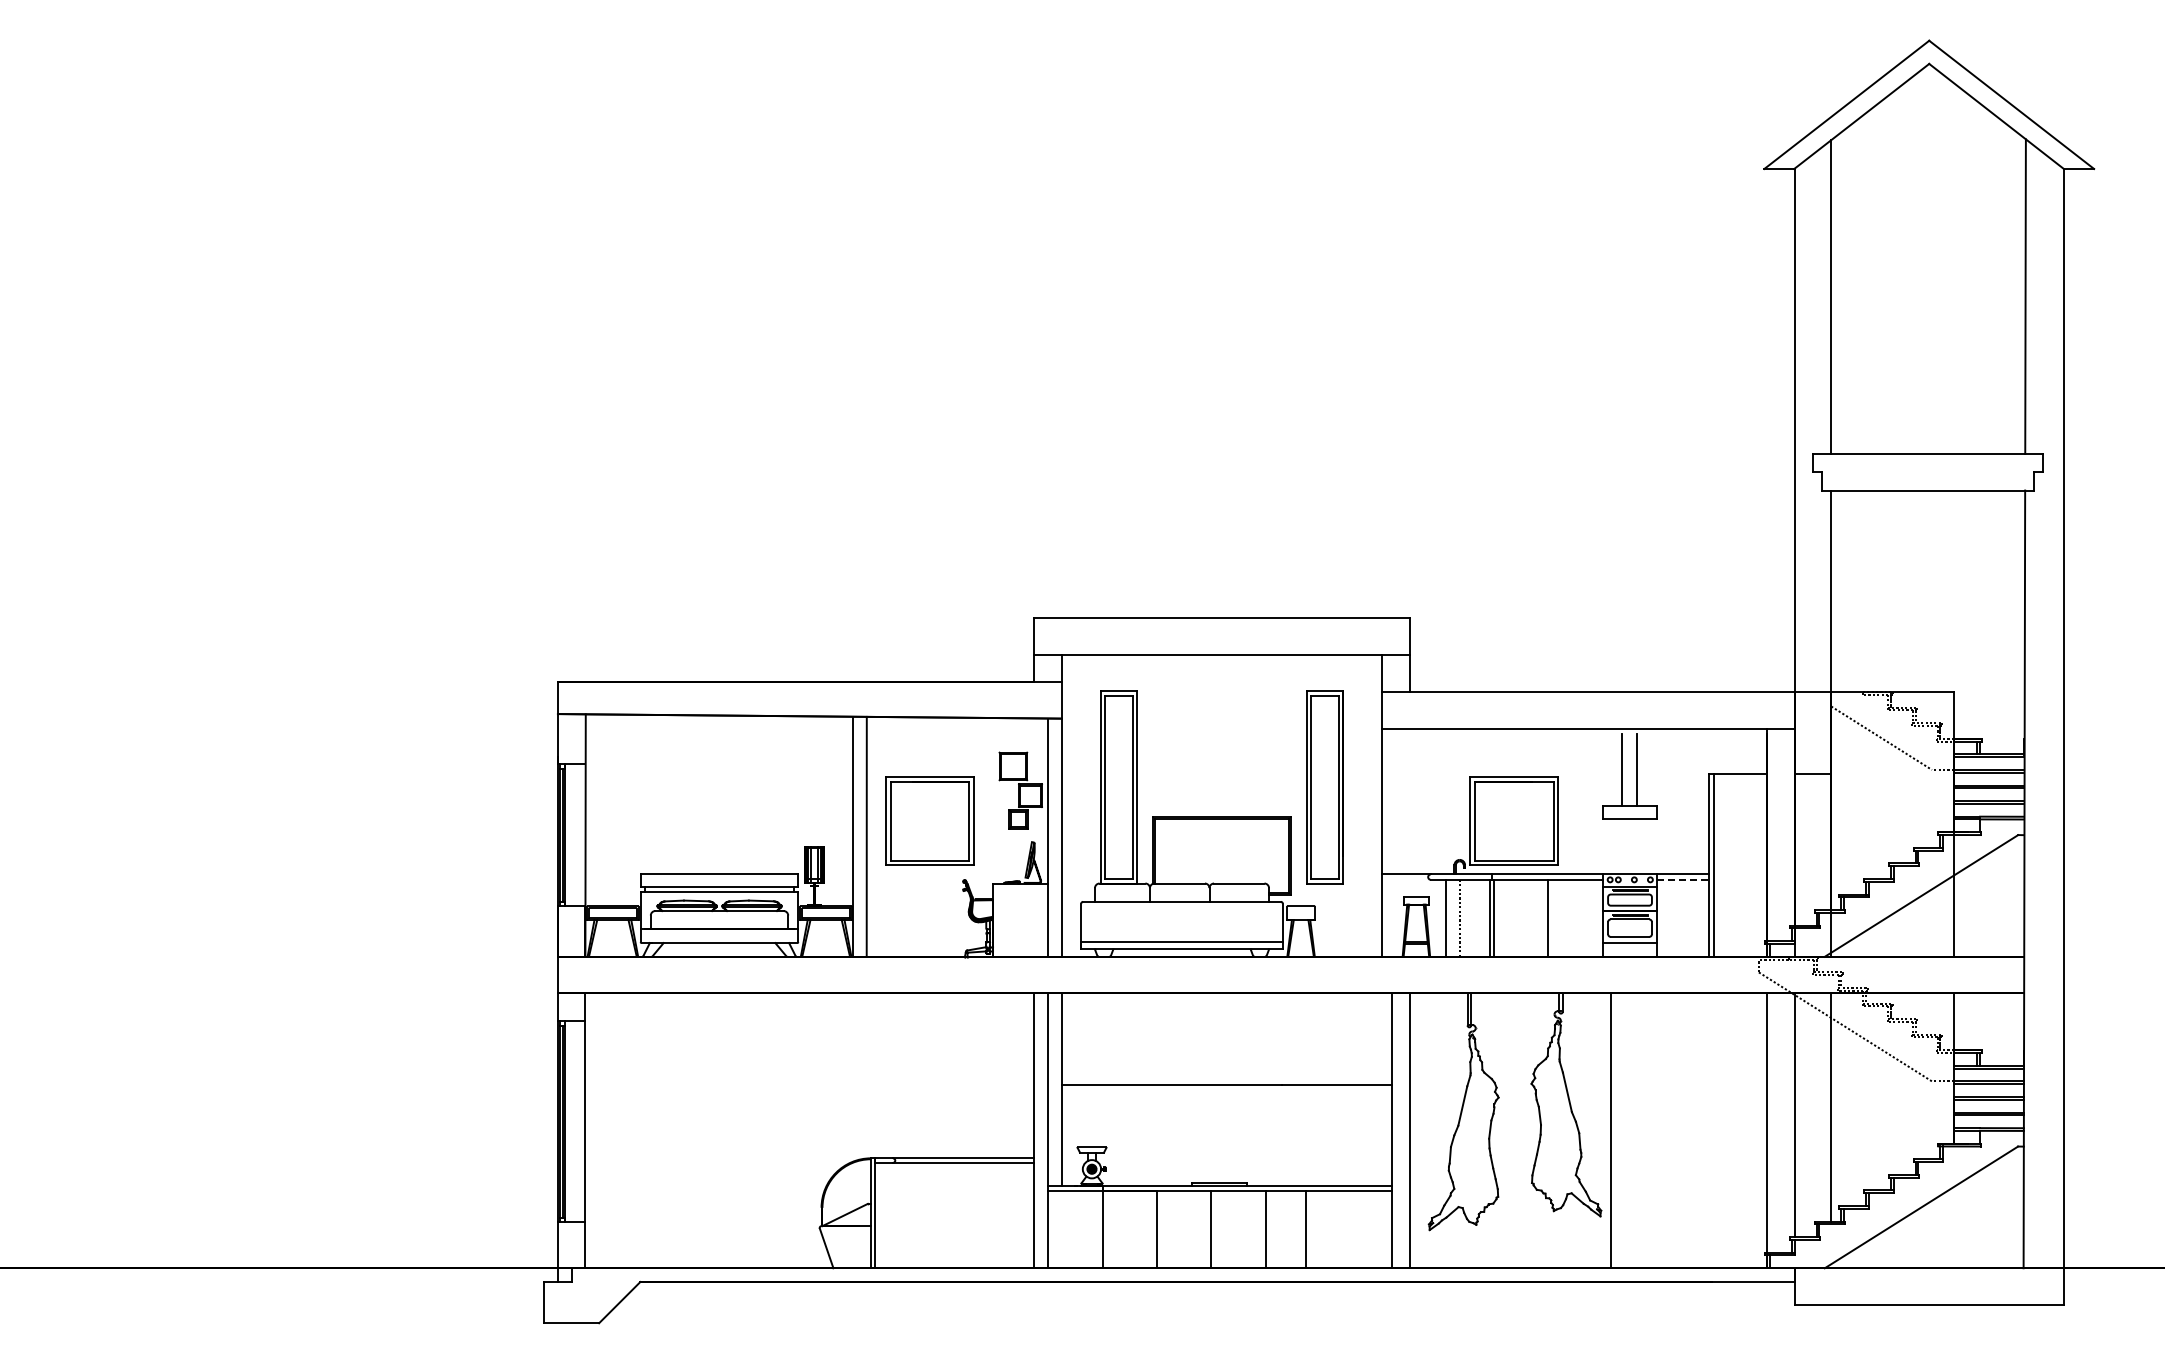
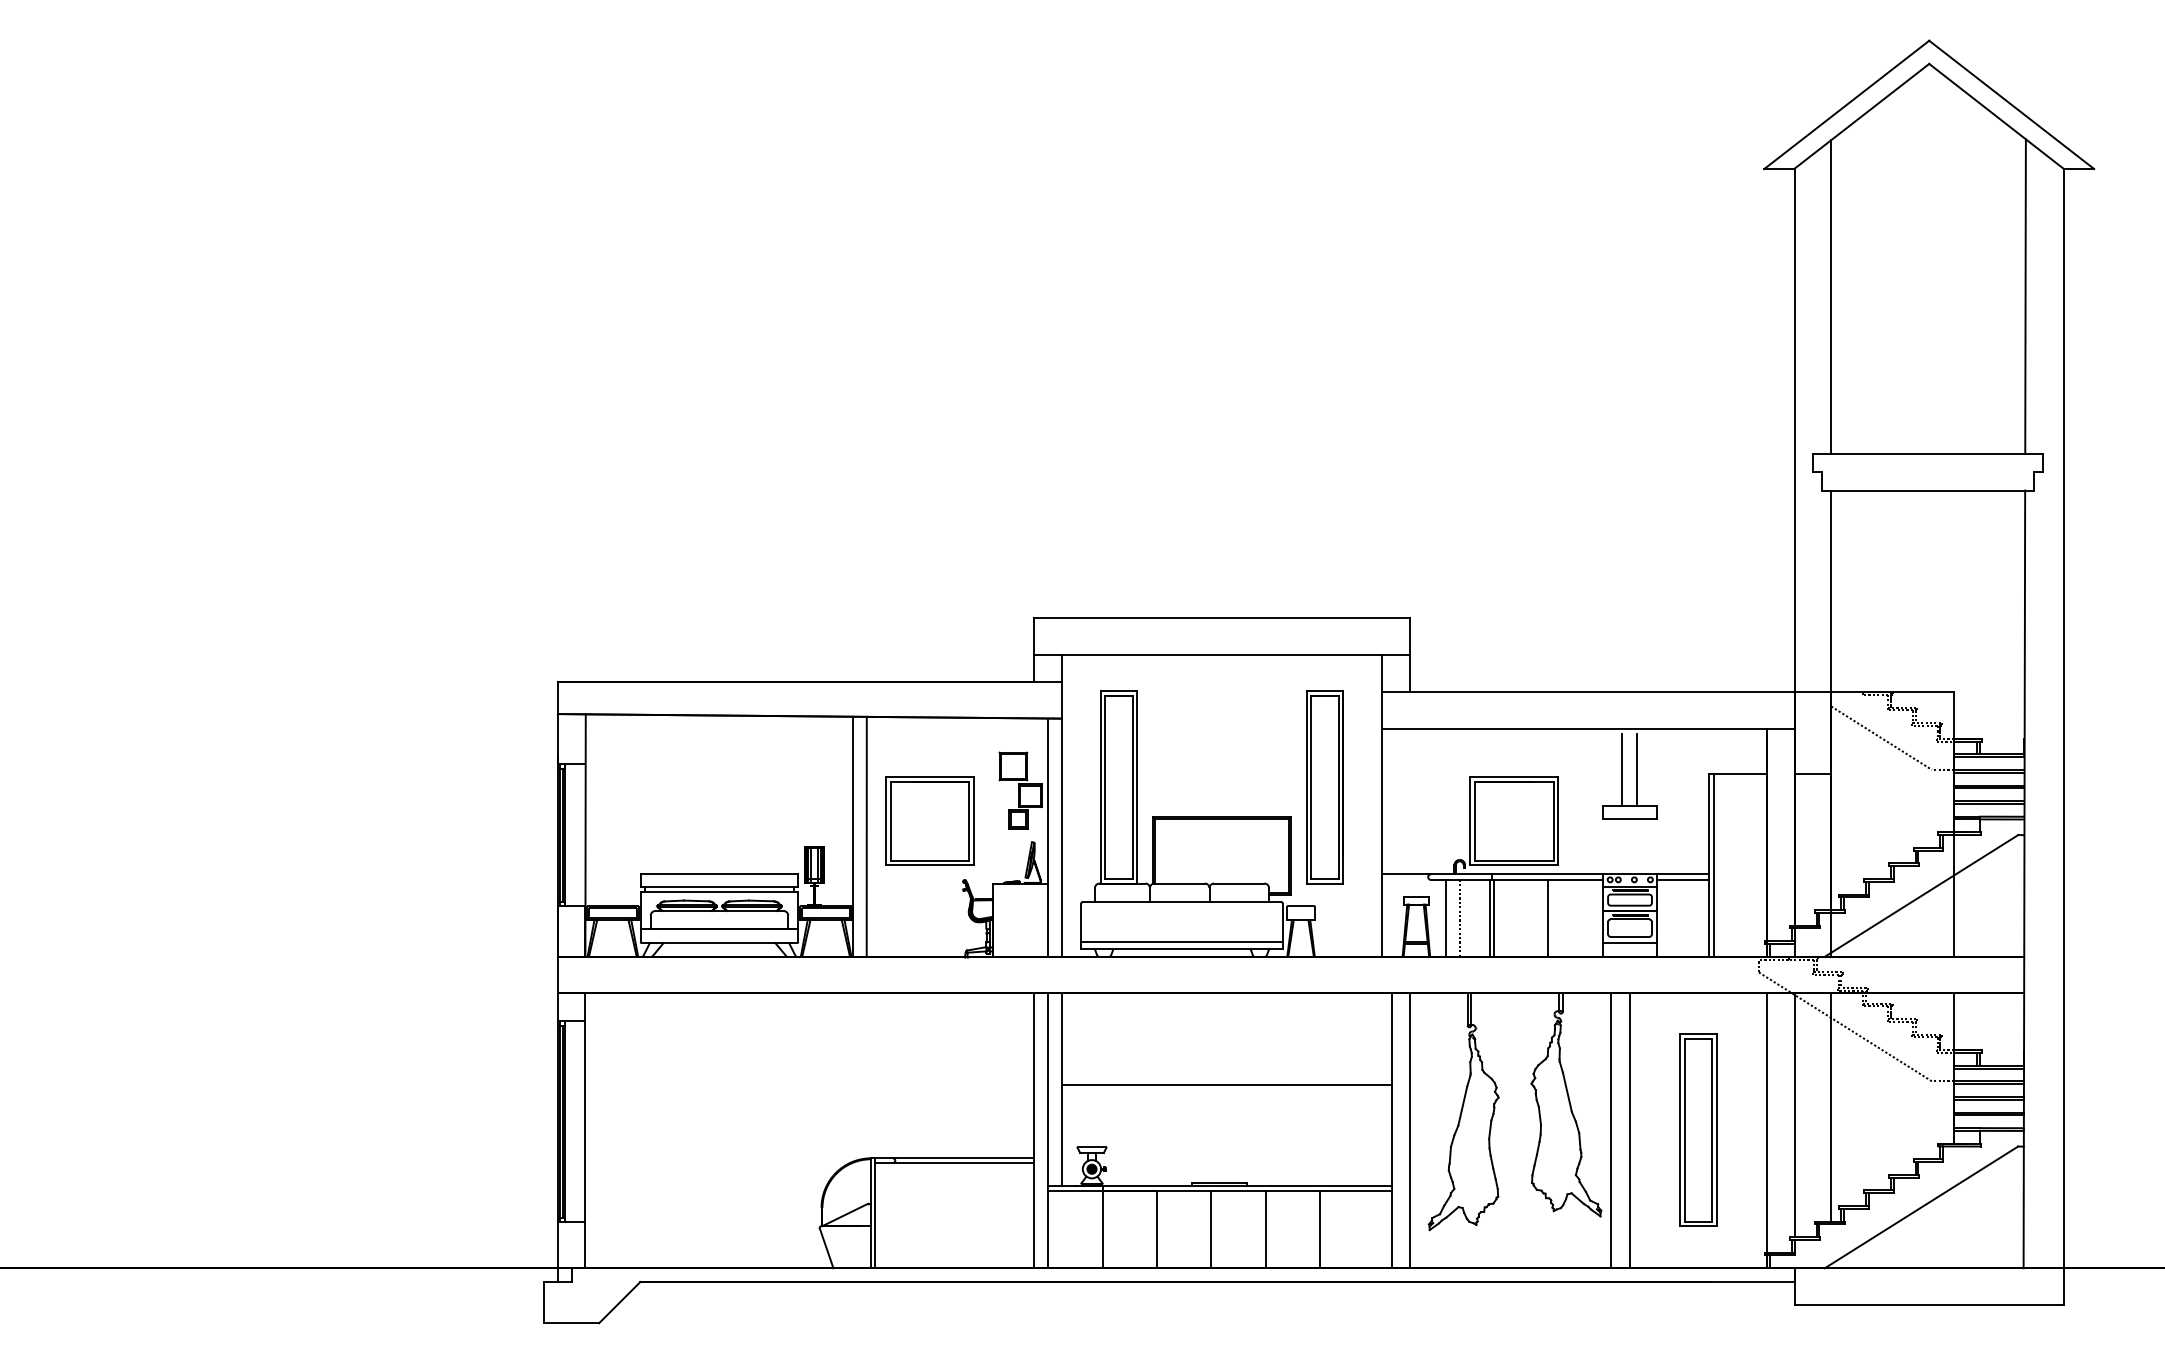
line at (1683, 879): dashed -> solid
part at (1698, 1129): none -> present
line at (1629, 1130): none -> present
line at (1305, 1229) position: (1305, 1229) -> (1319, 1229)
